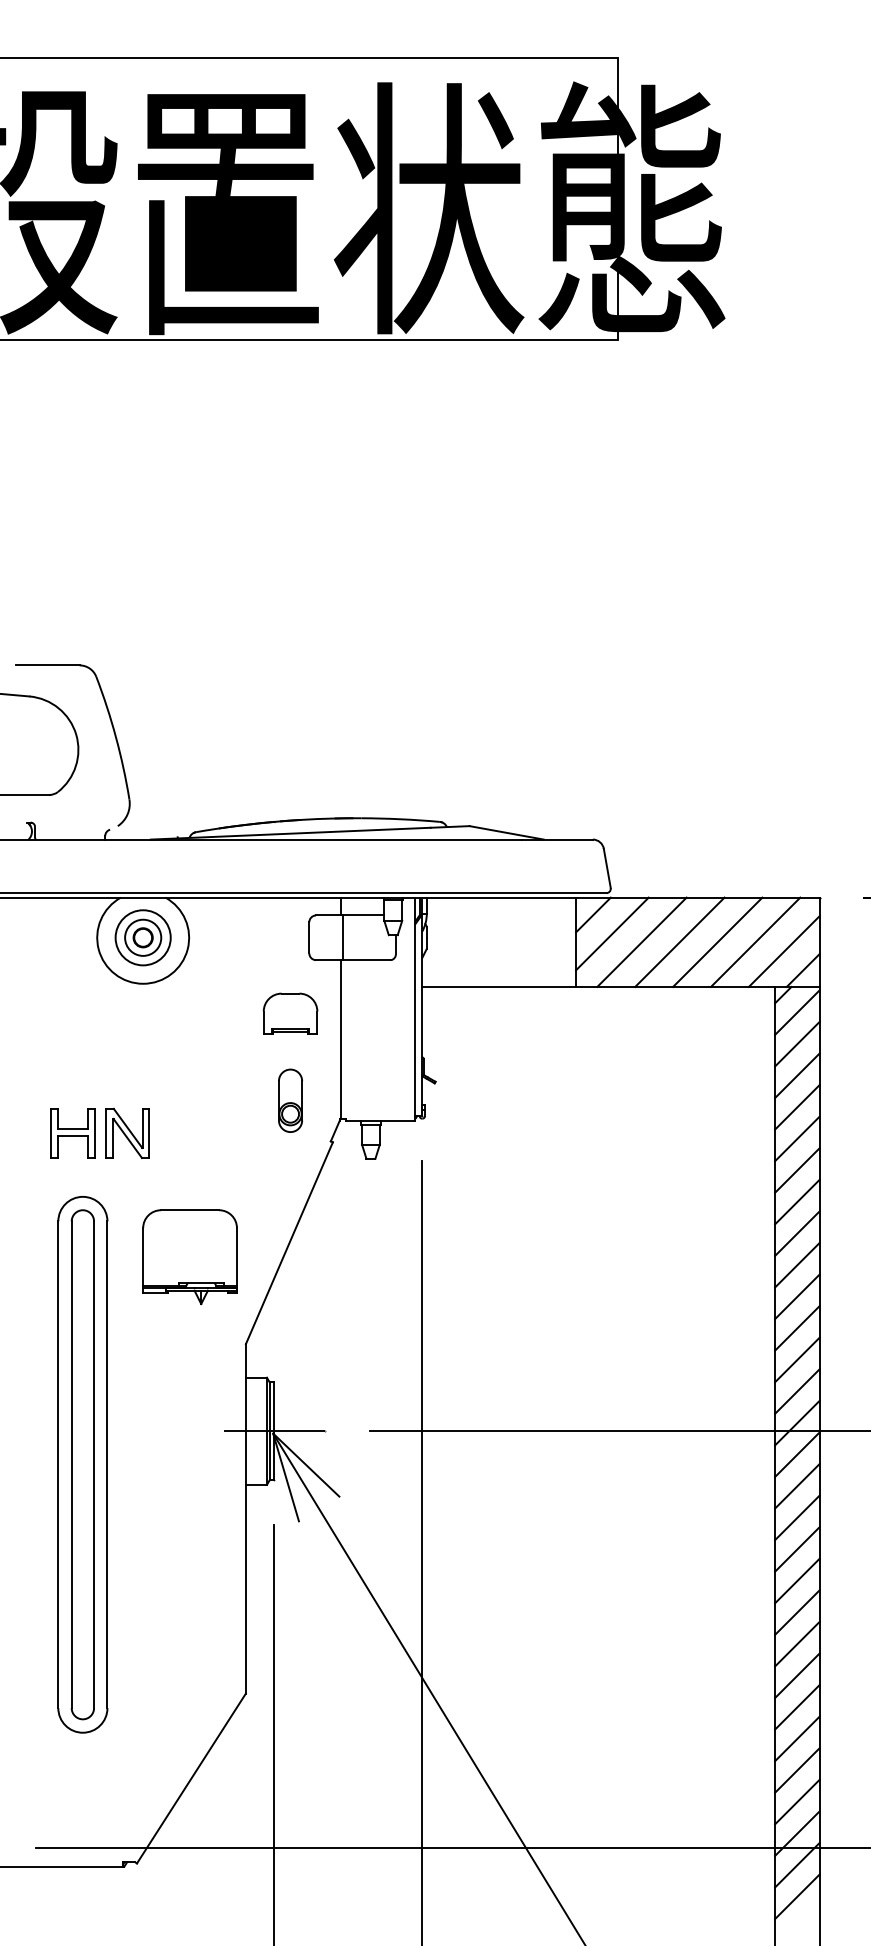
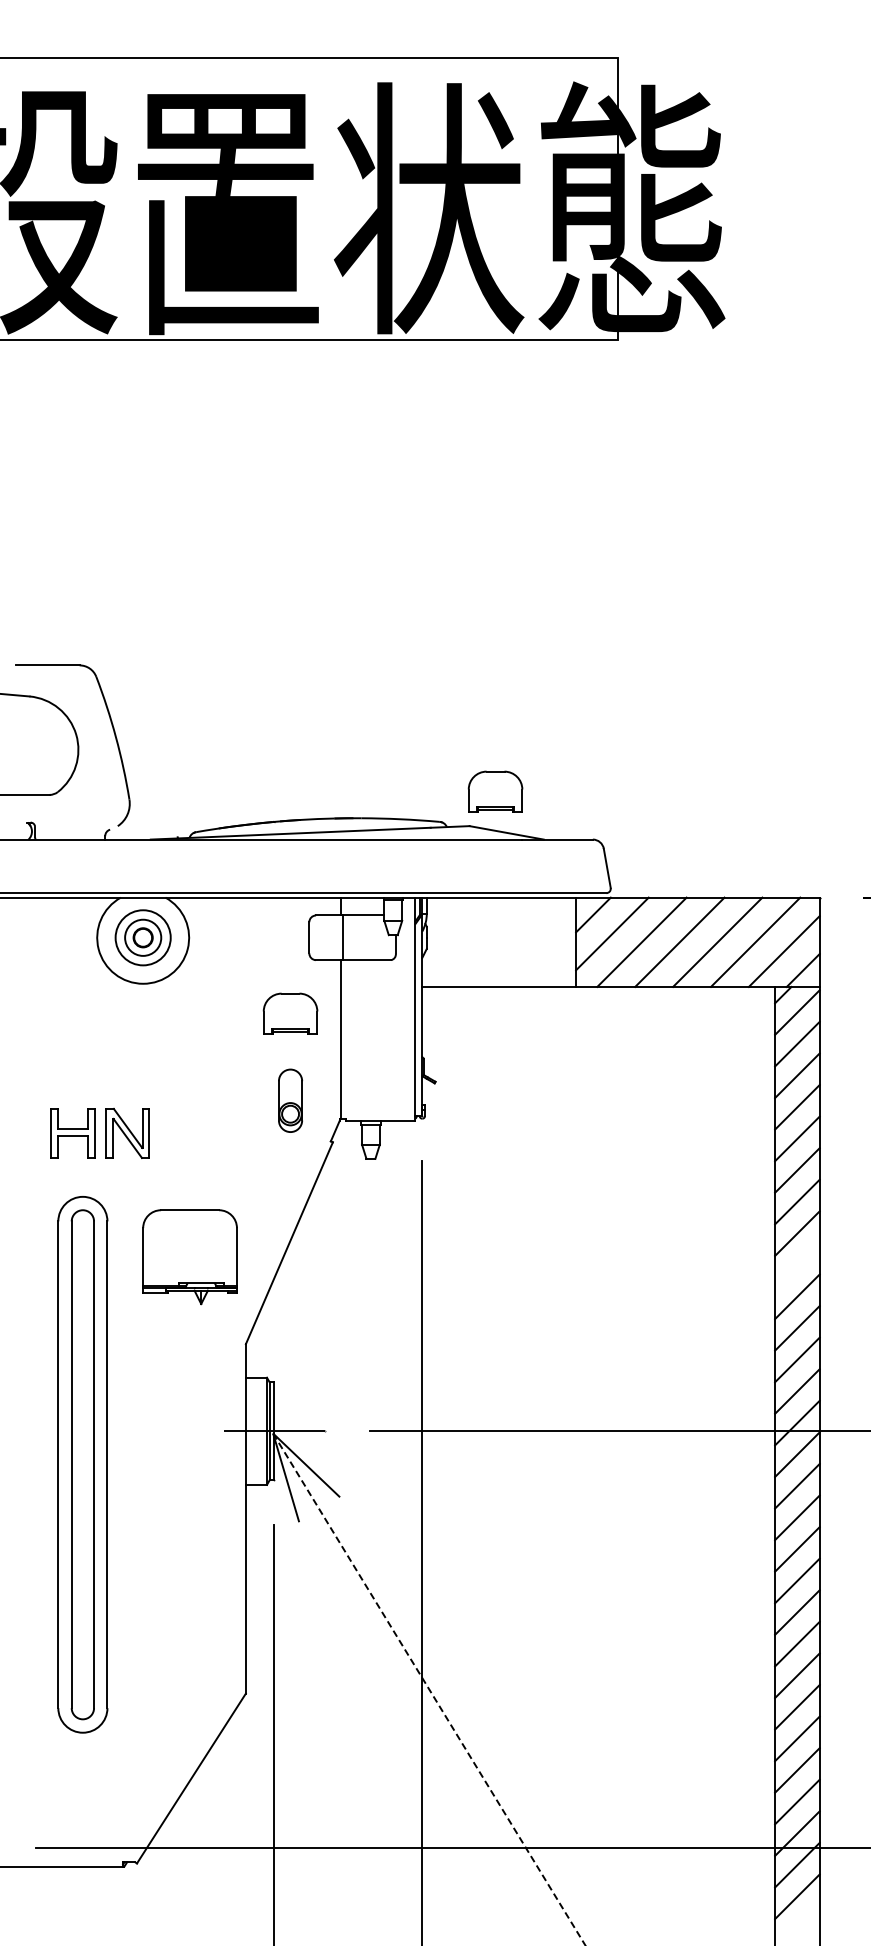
part at (495, 791): none -> present
line at (797, 1264): present -> none
line at (429, 1689): solid -> dashed
